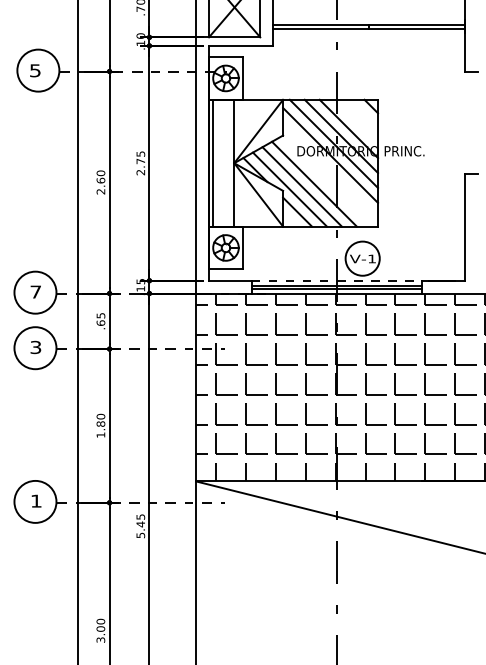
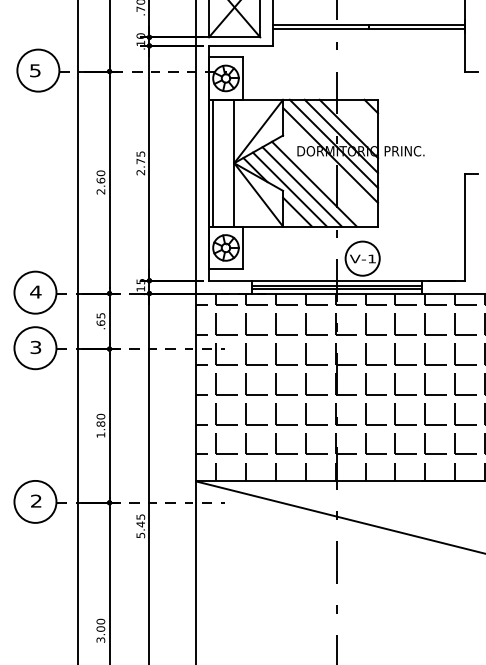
line at (337, 280): dashed -> solid
text at (35, 291): 7 -> 4
text at (36, 500): 1 -> 2
